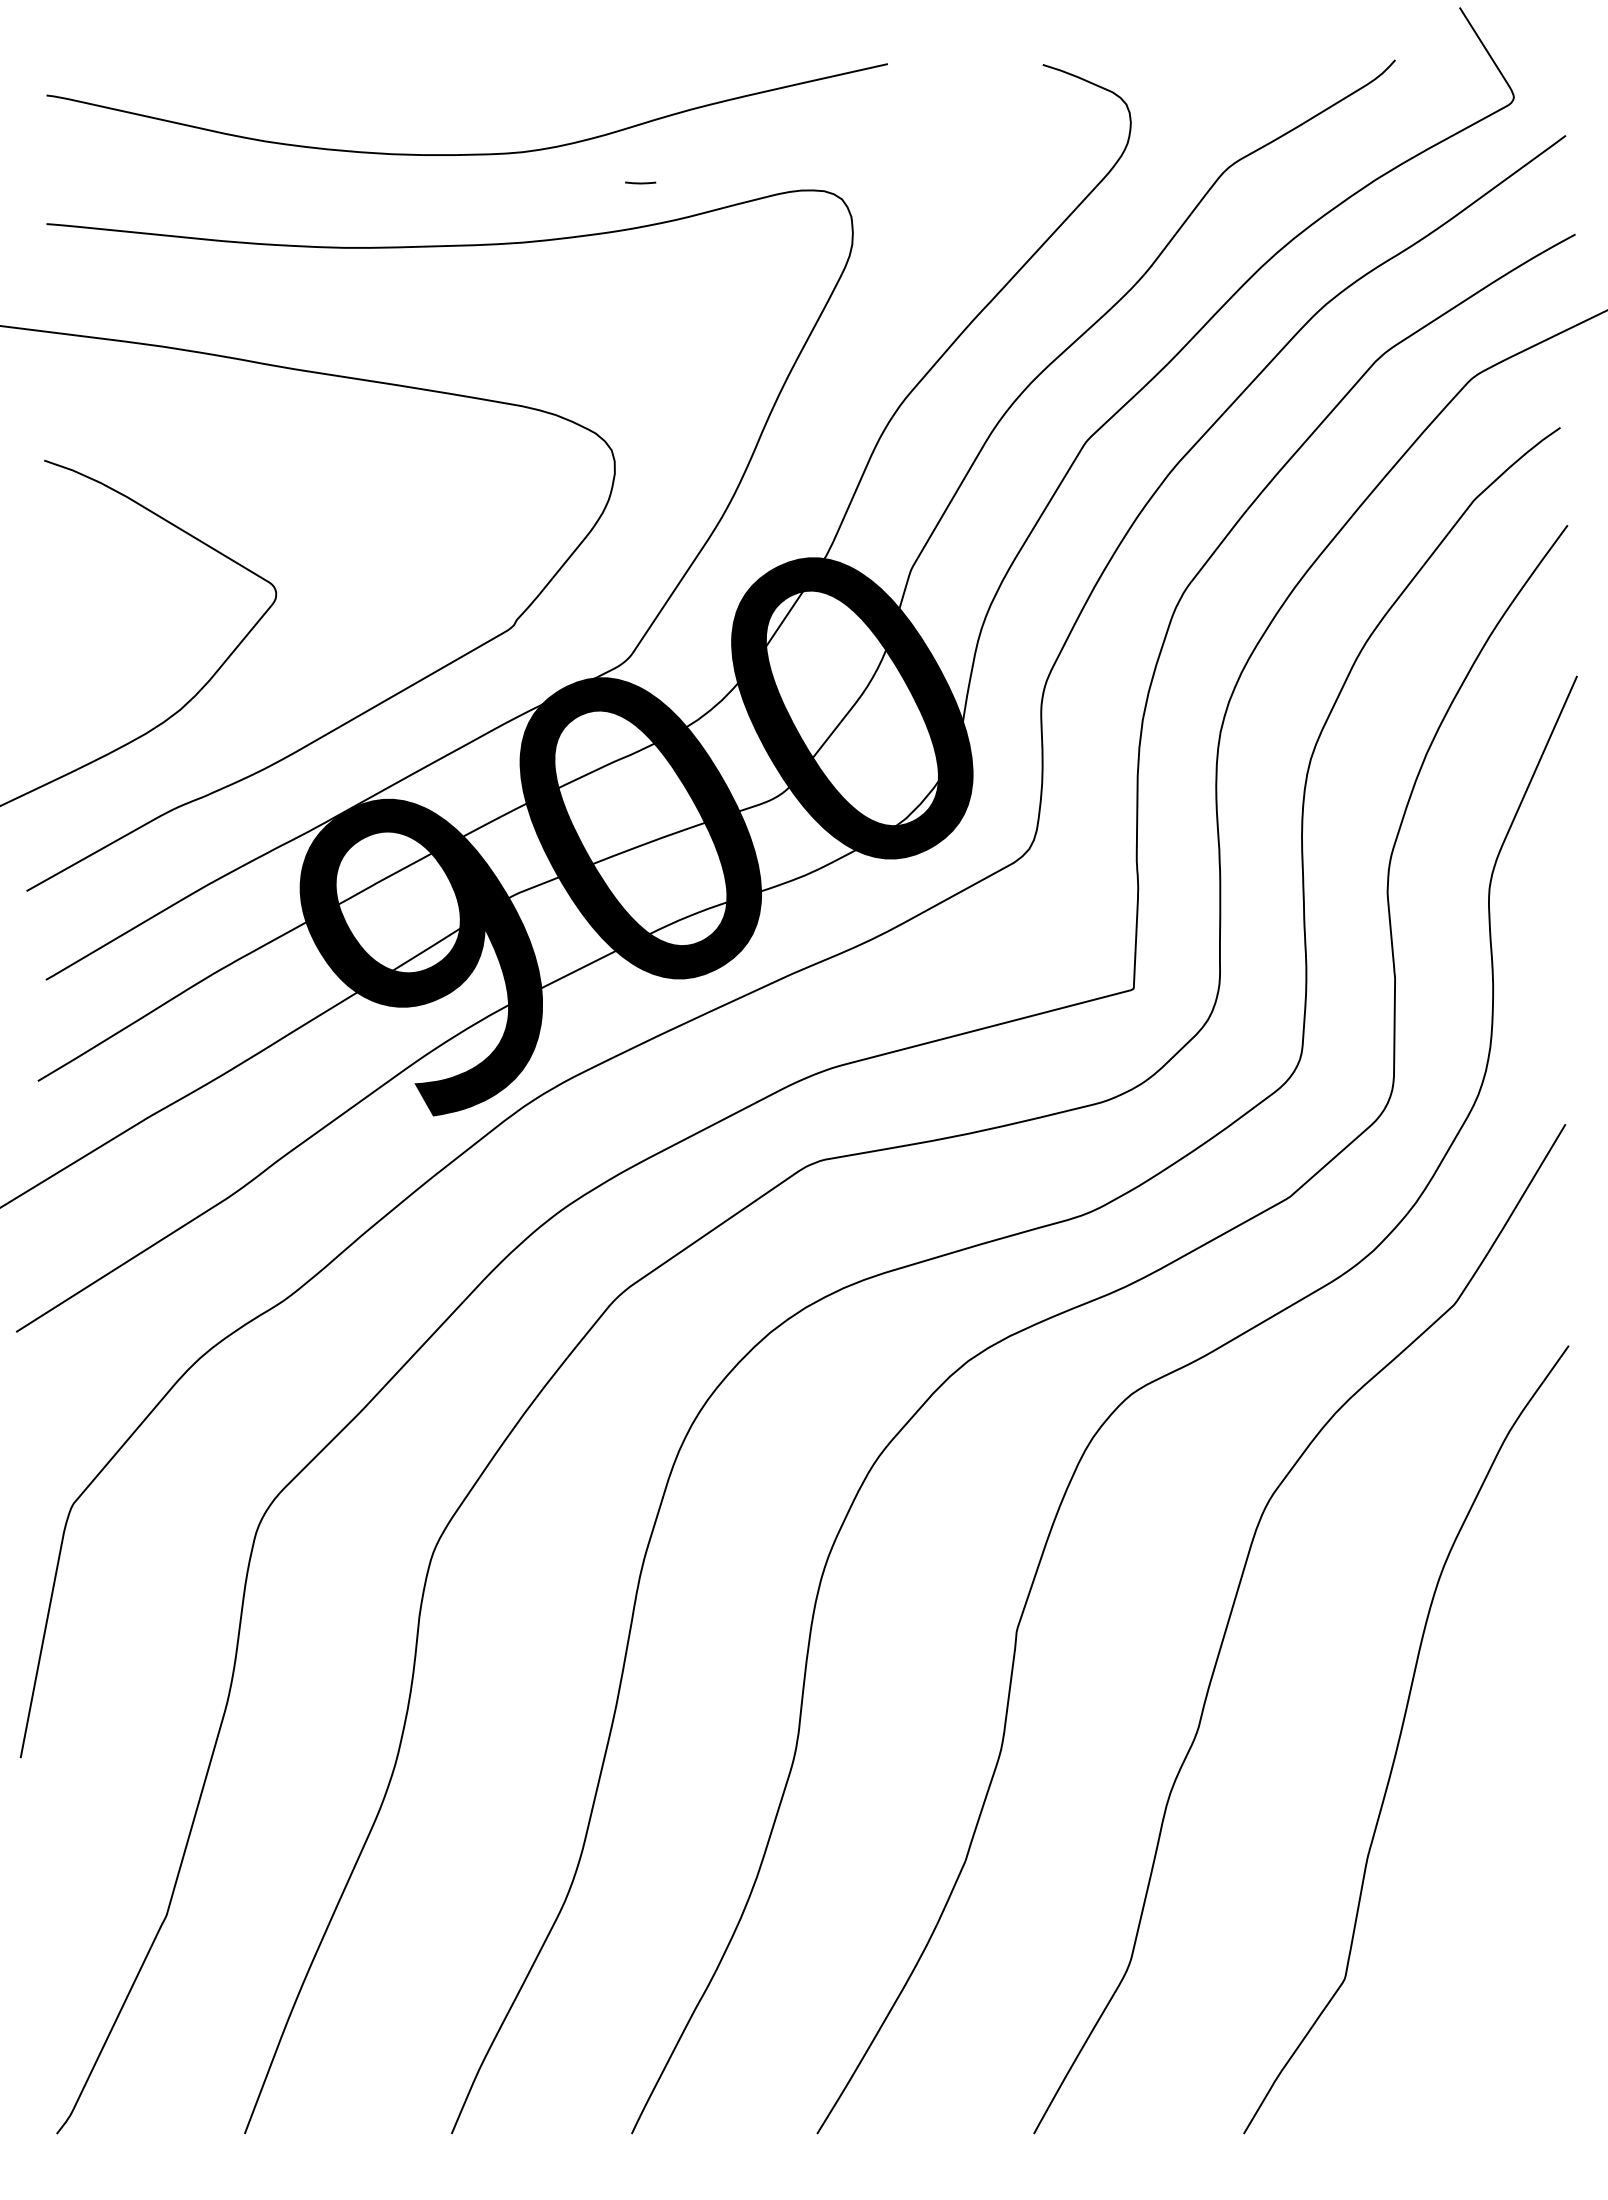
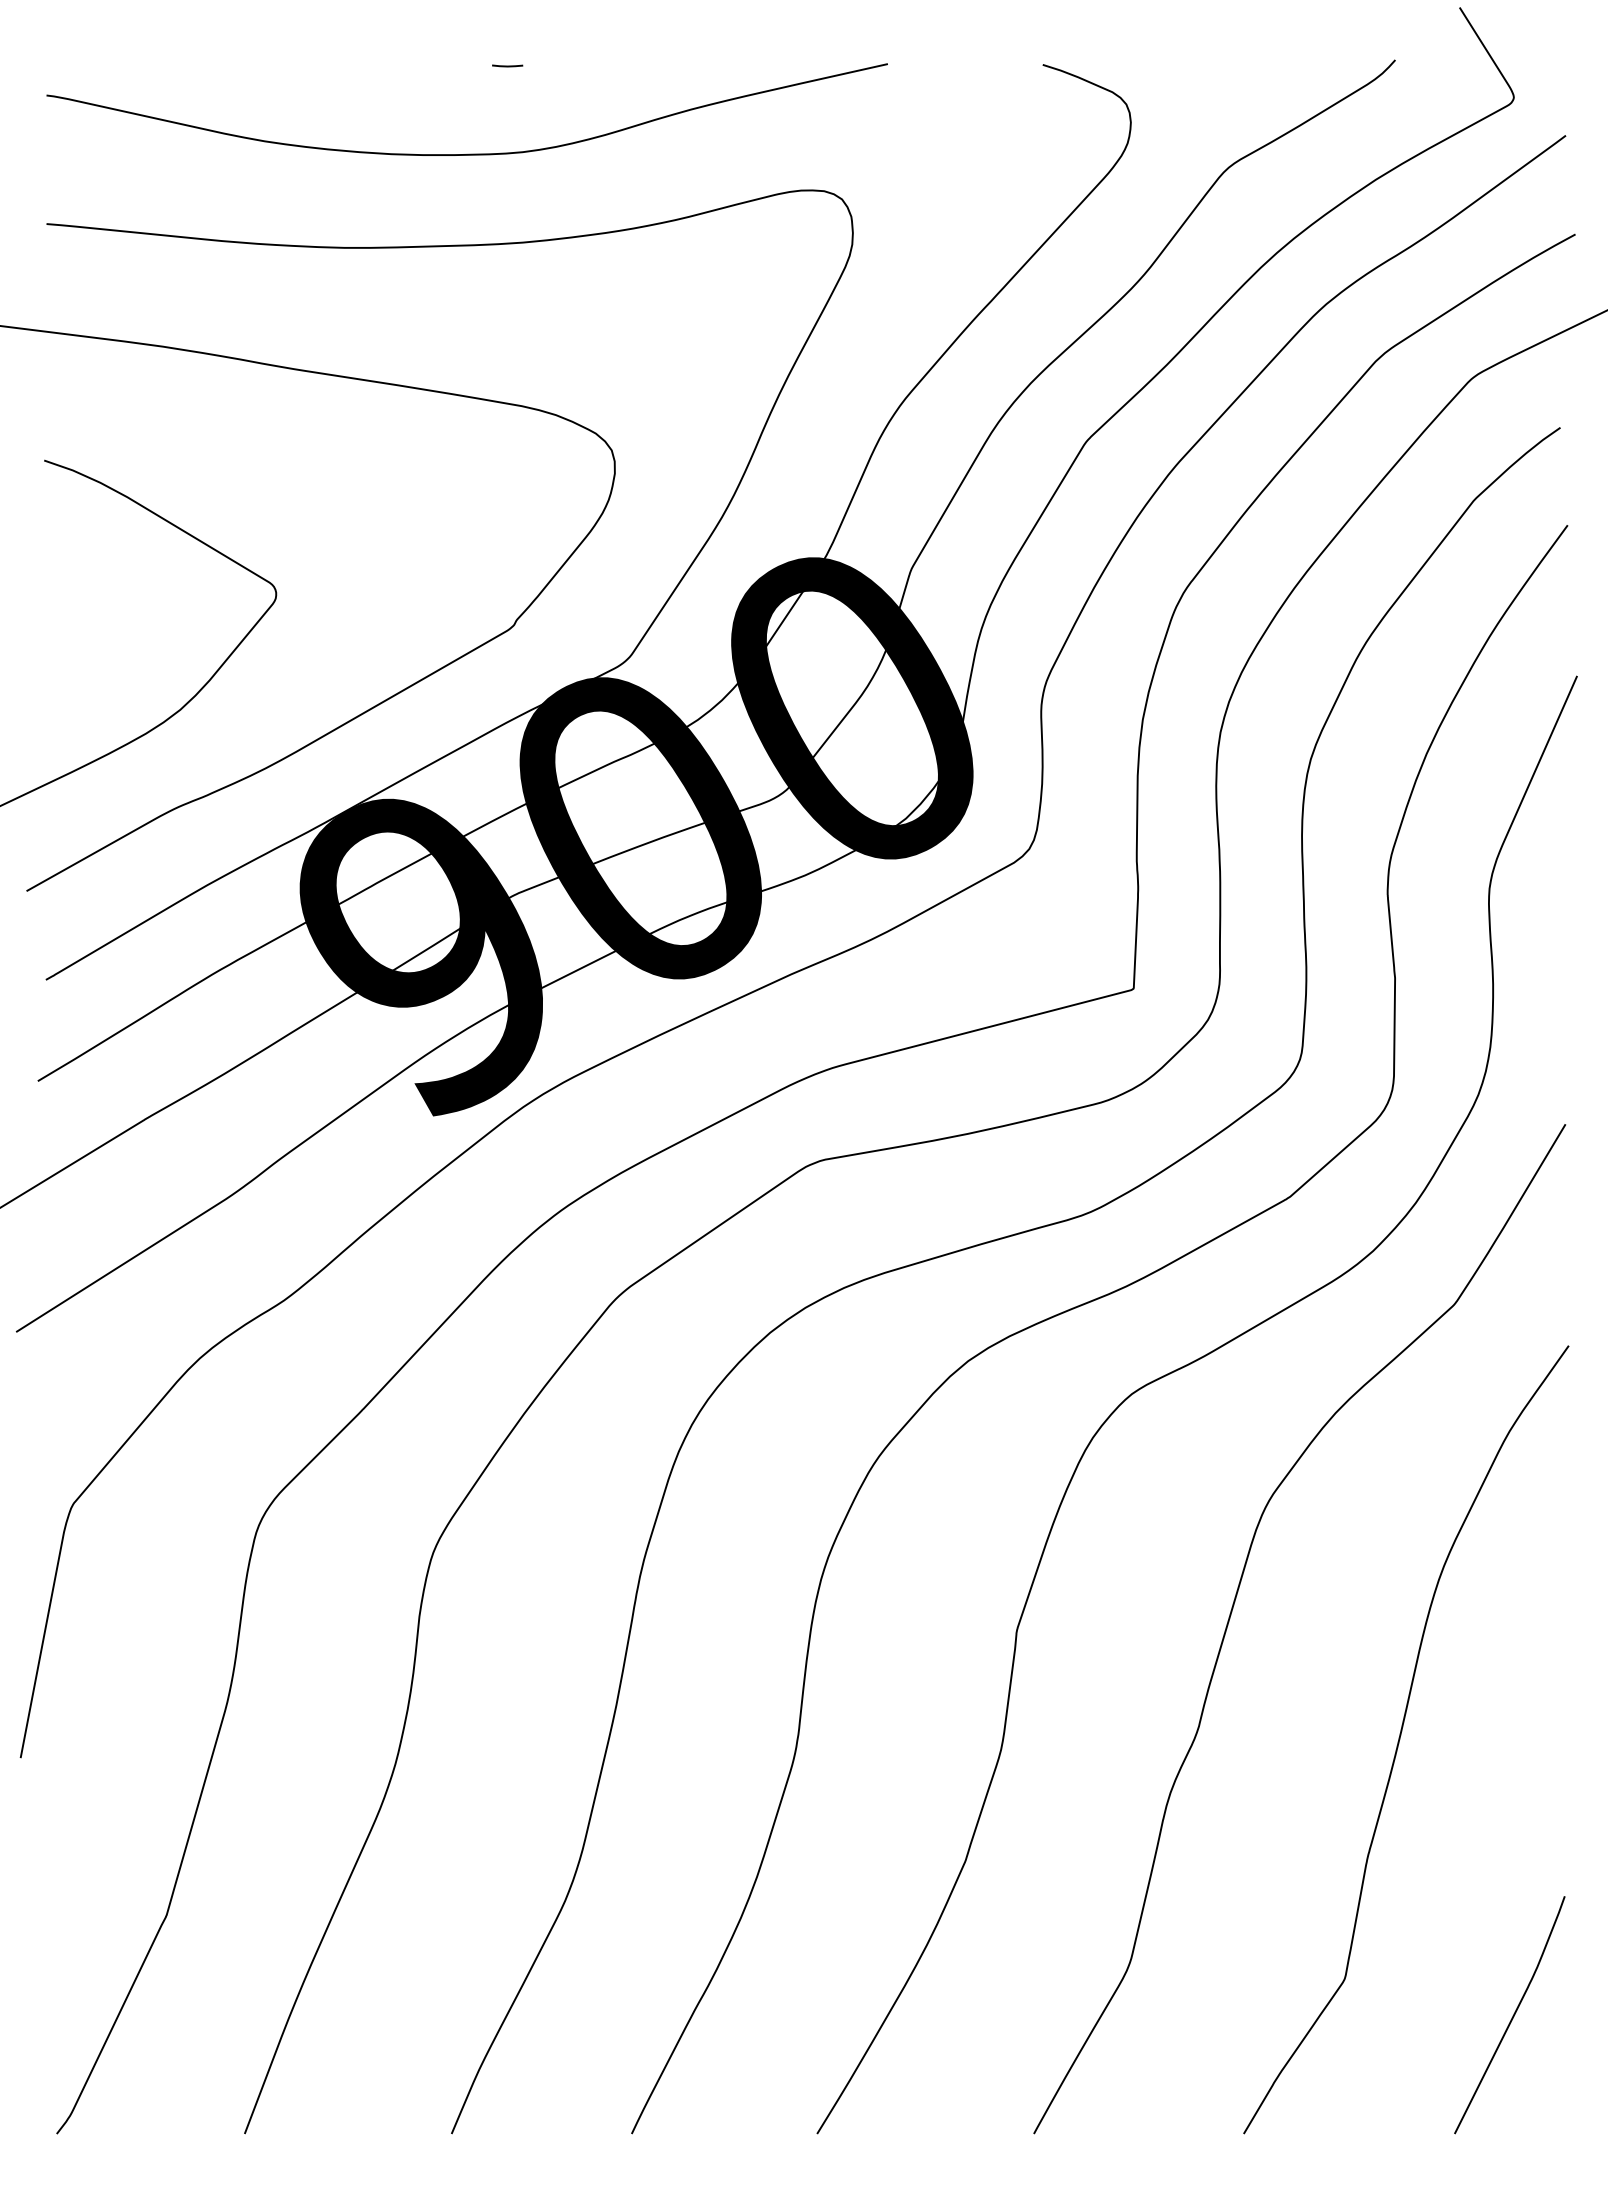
line at (640, 182) position: (640, 182) -> (507, 65)
curve at (1511, 2017): none -> present
